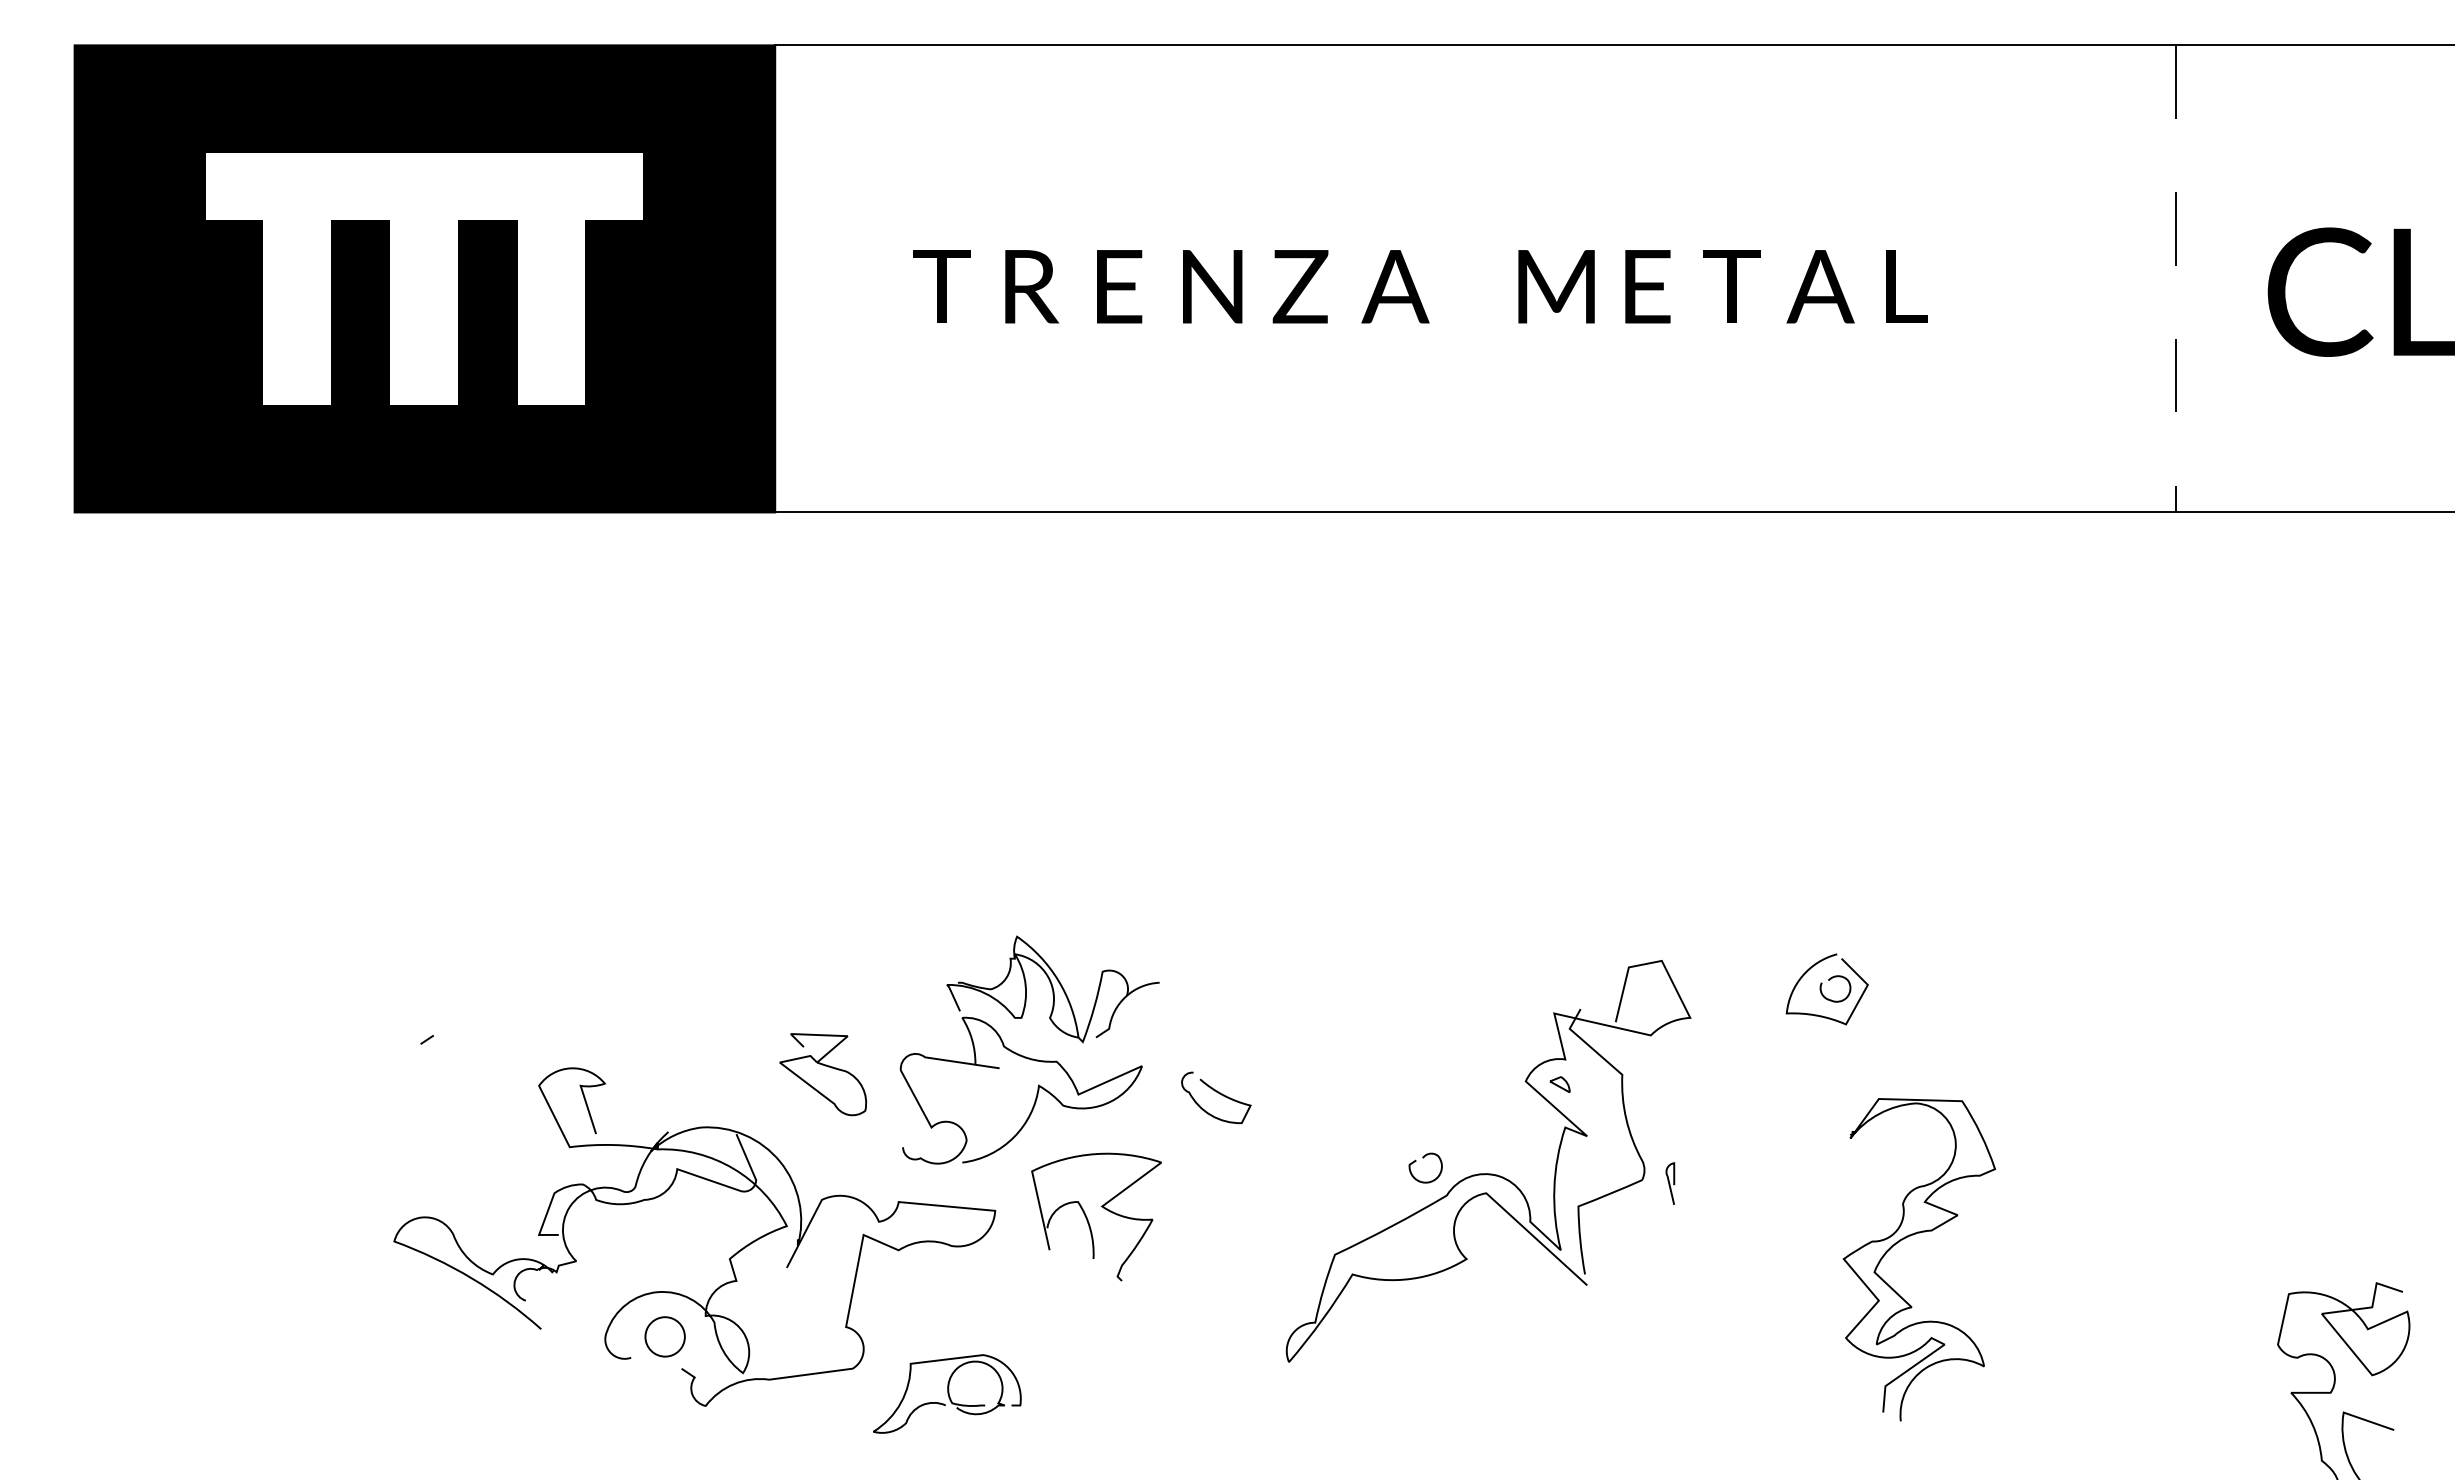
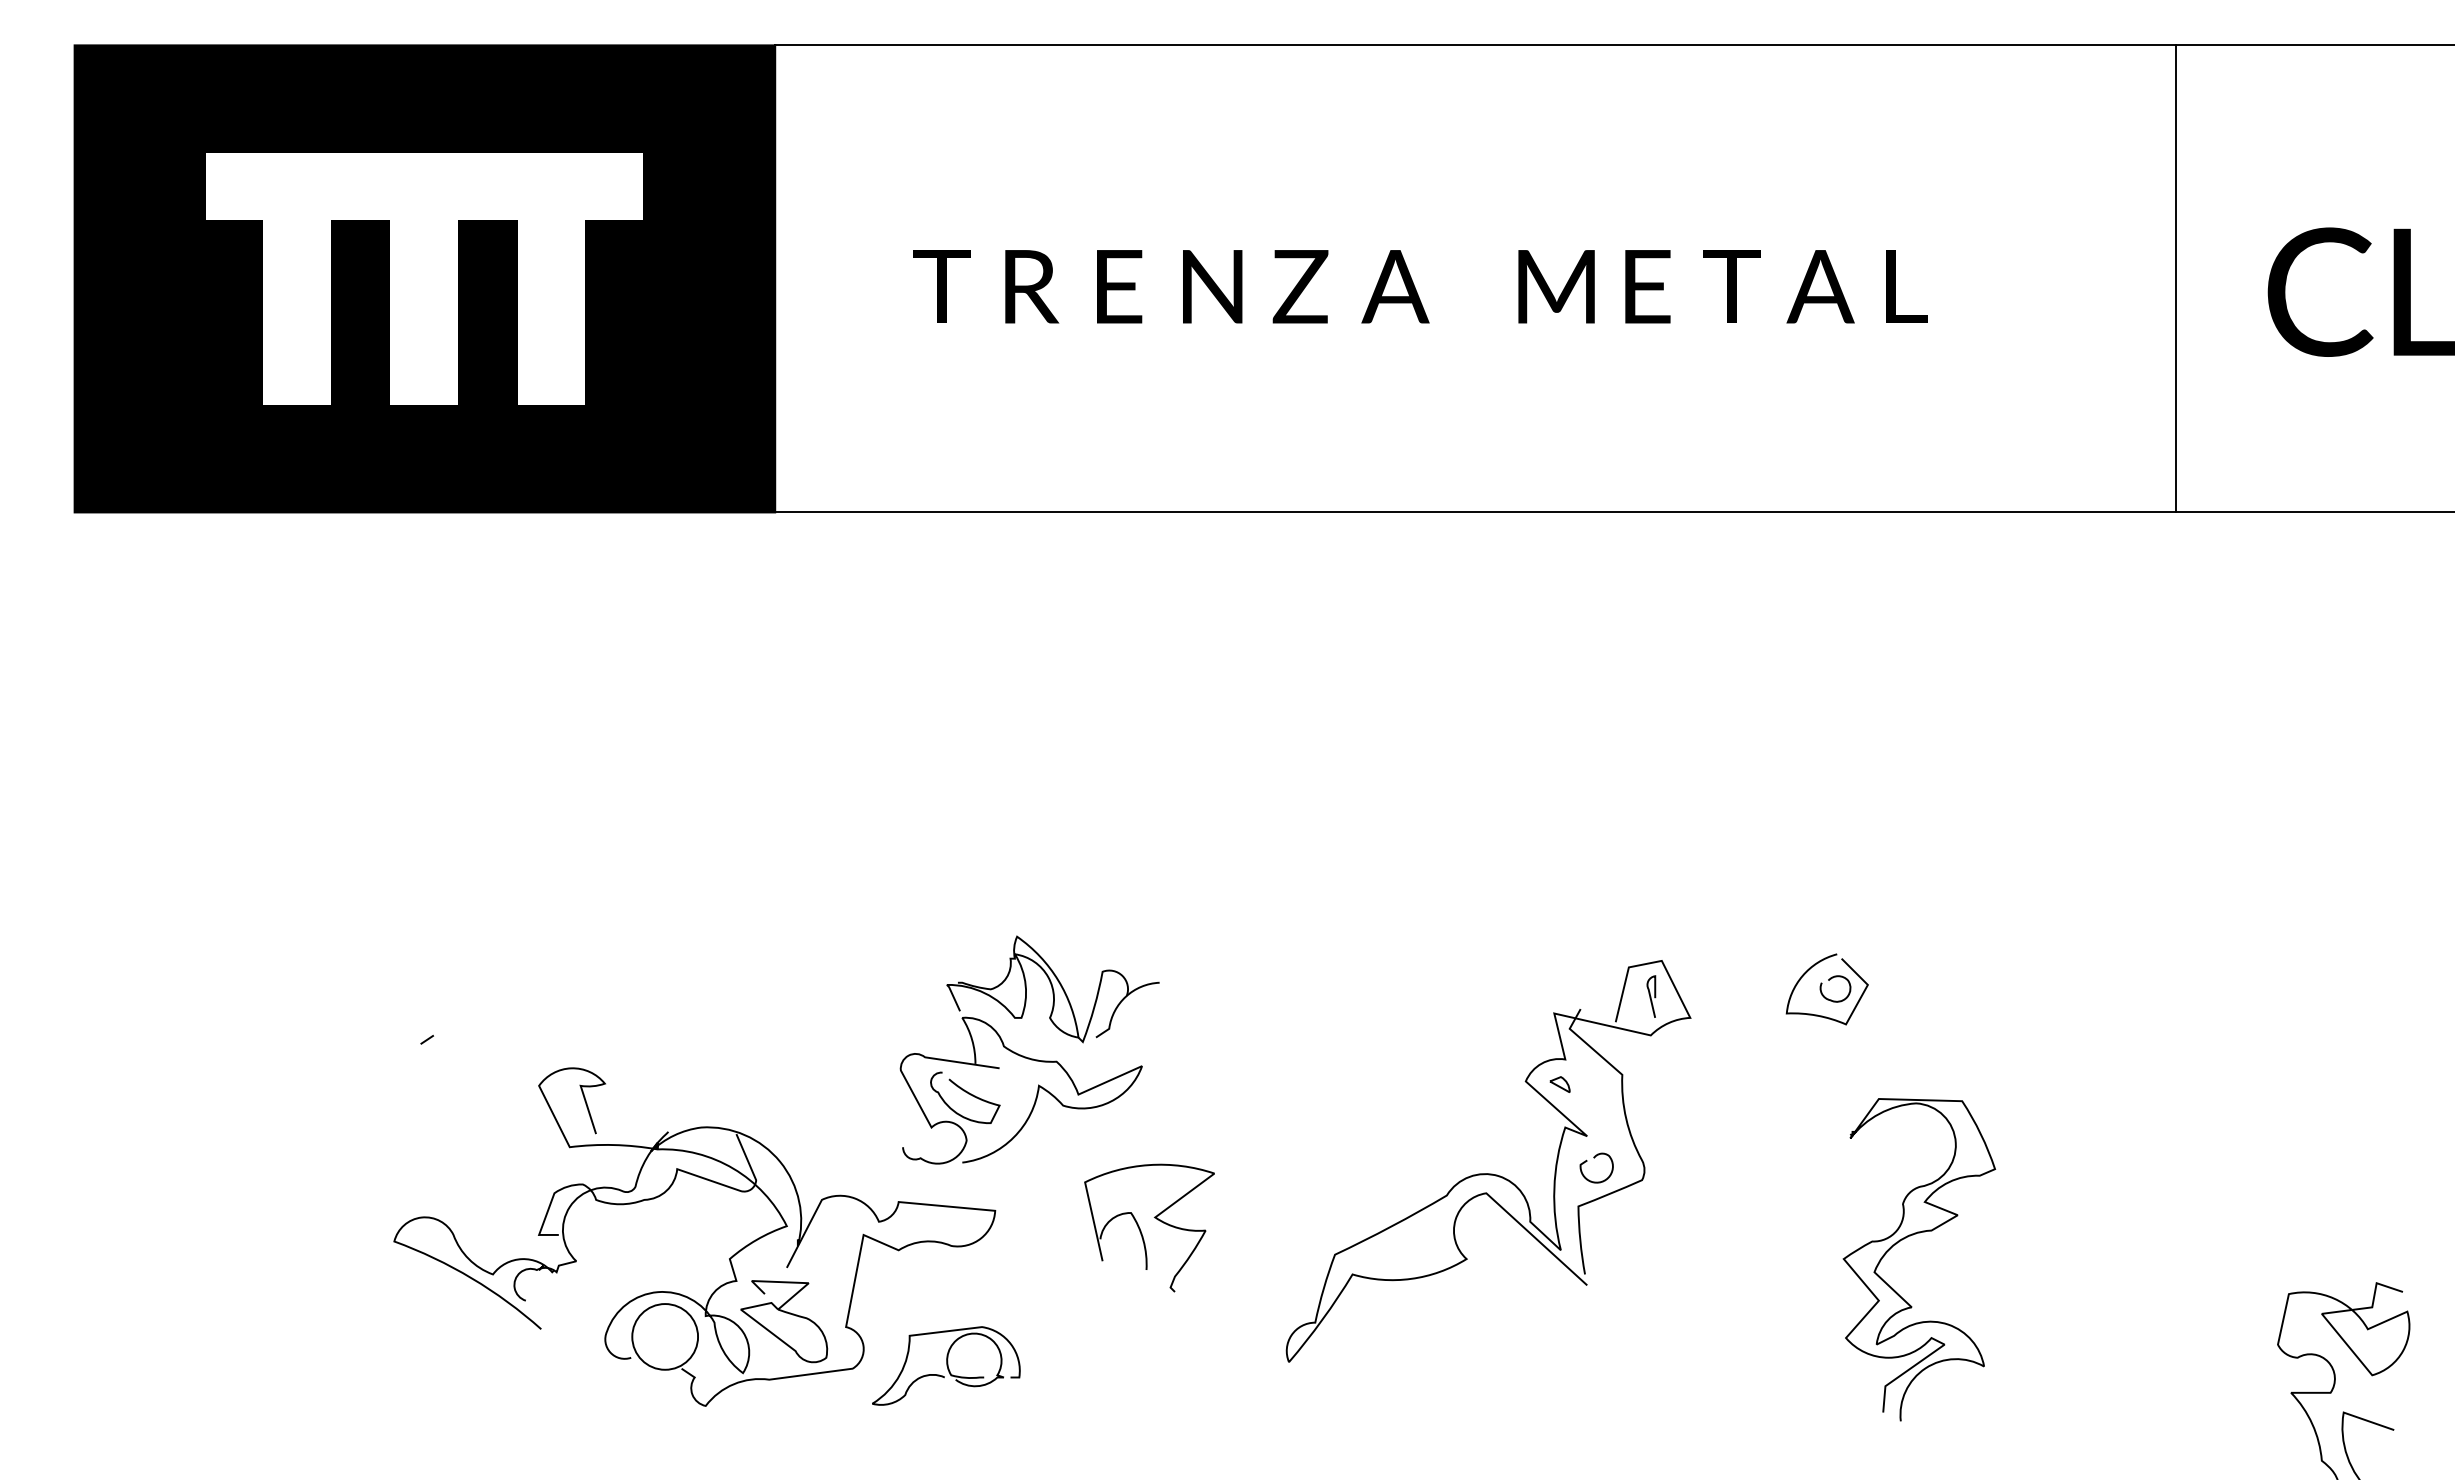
line at (2175, 279): dashed -> solid
part at (823, 1074) position: (823, 1074) -> (784, 1321)
curve at (1219, 1094) position: (1219, 1094) -> (968, 1094)
curve at (1423, 1158) position: (1423, 1158) -> (1594, 1158)
curve at (1670, 1183) position: (1670, 1183) -> (1651, 996)
part at (1088, 1219) position: (1088, 1219) -> (1141, 1230)
circle at (664, 1336) diameter: 39 px -> 66 px
part at (947, 1393) position: (947, 1393) -> (946, 1365)
